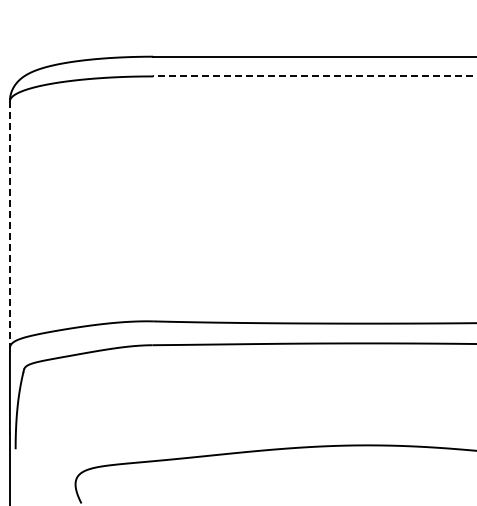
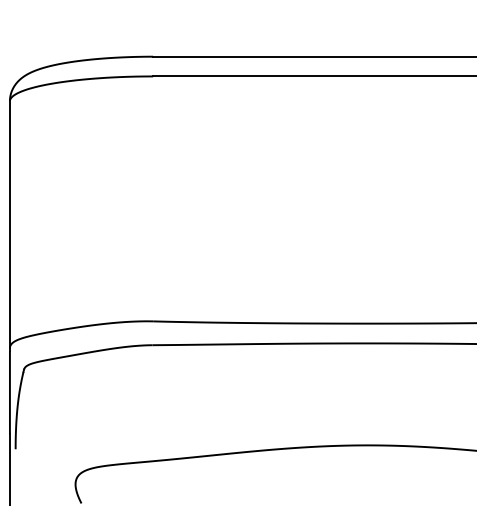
line at (315, 76): dashed -> solid
line at (9, 224): dashed -> solid
